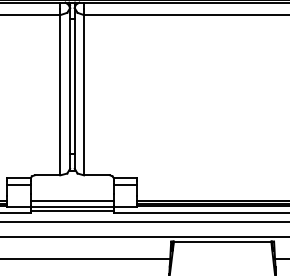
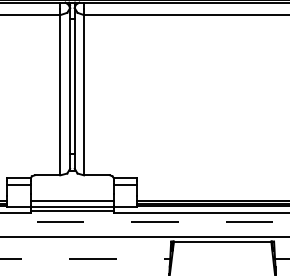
line at (145, 222): solid -> dashed
line at (85, 259): solid -> dashed
